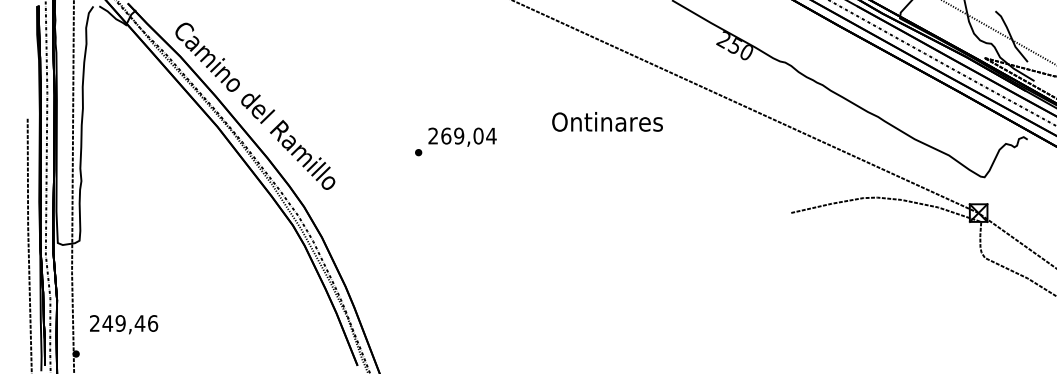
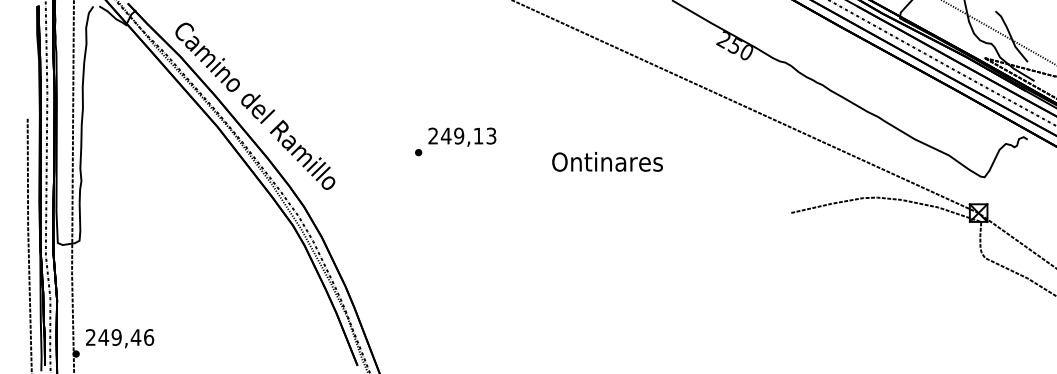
text at (607, 121) position: (607, 121) -> (607, 161)
text at (468, 135): 269,04 -> 249,13
text at (124, 324) position: (124, 324) -> (120, 338)
